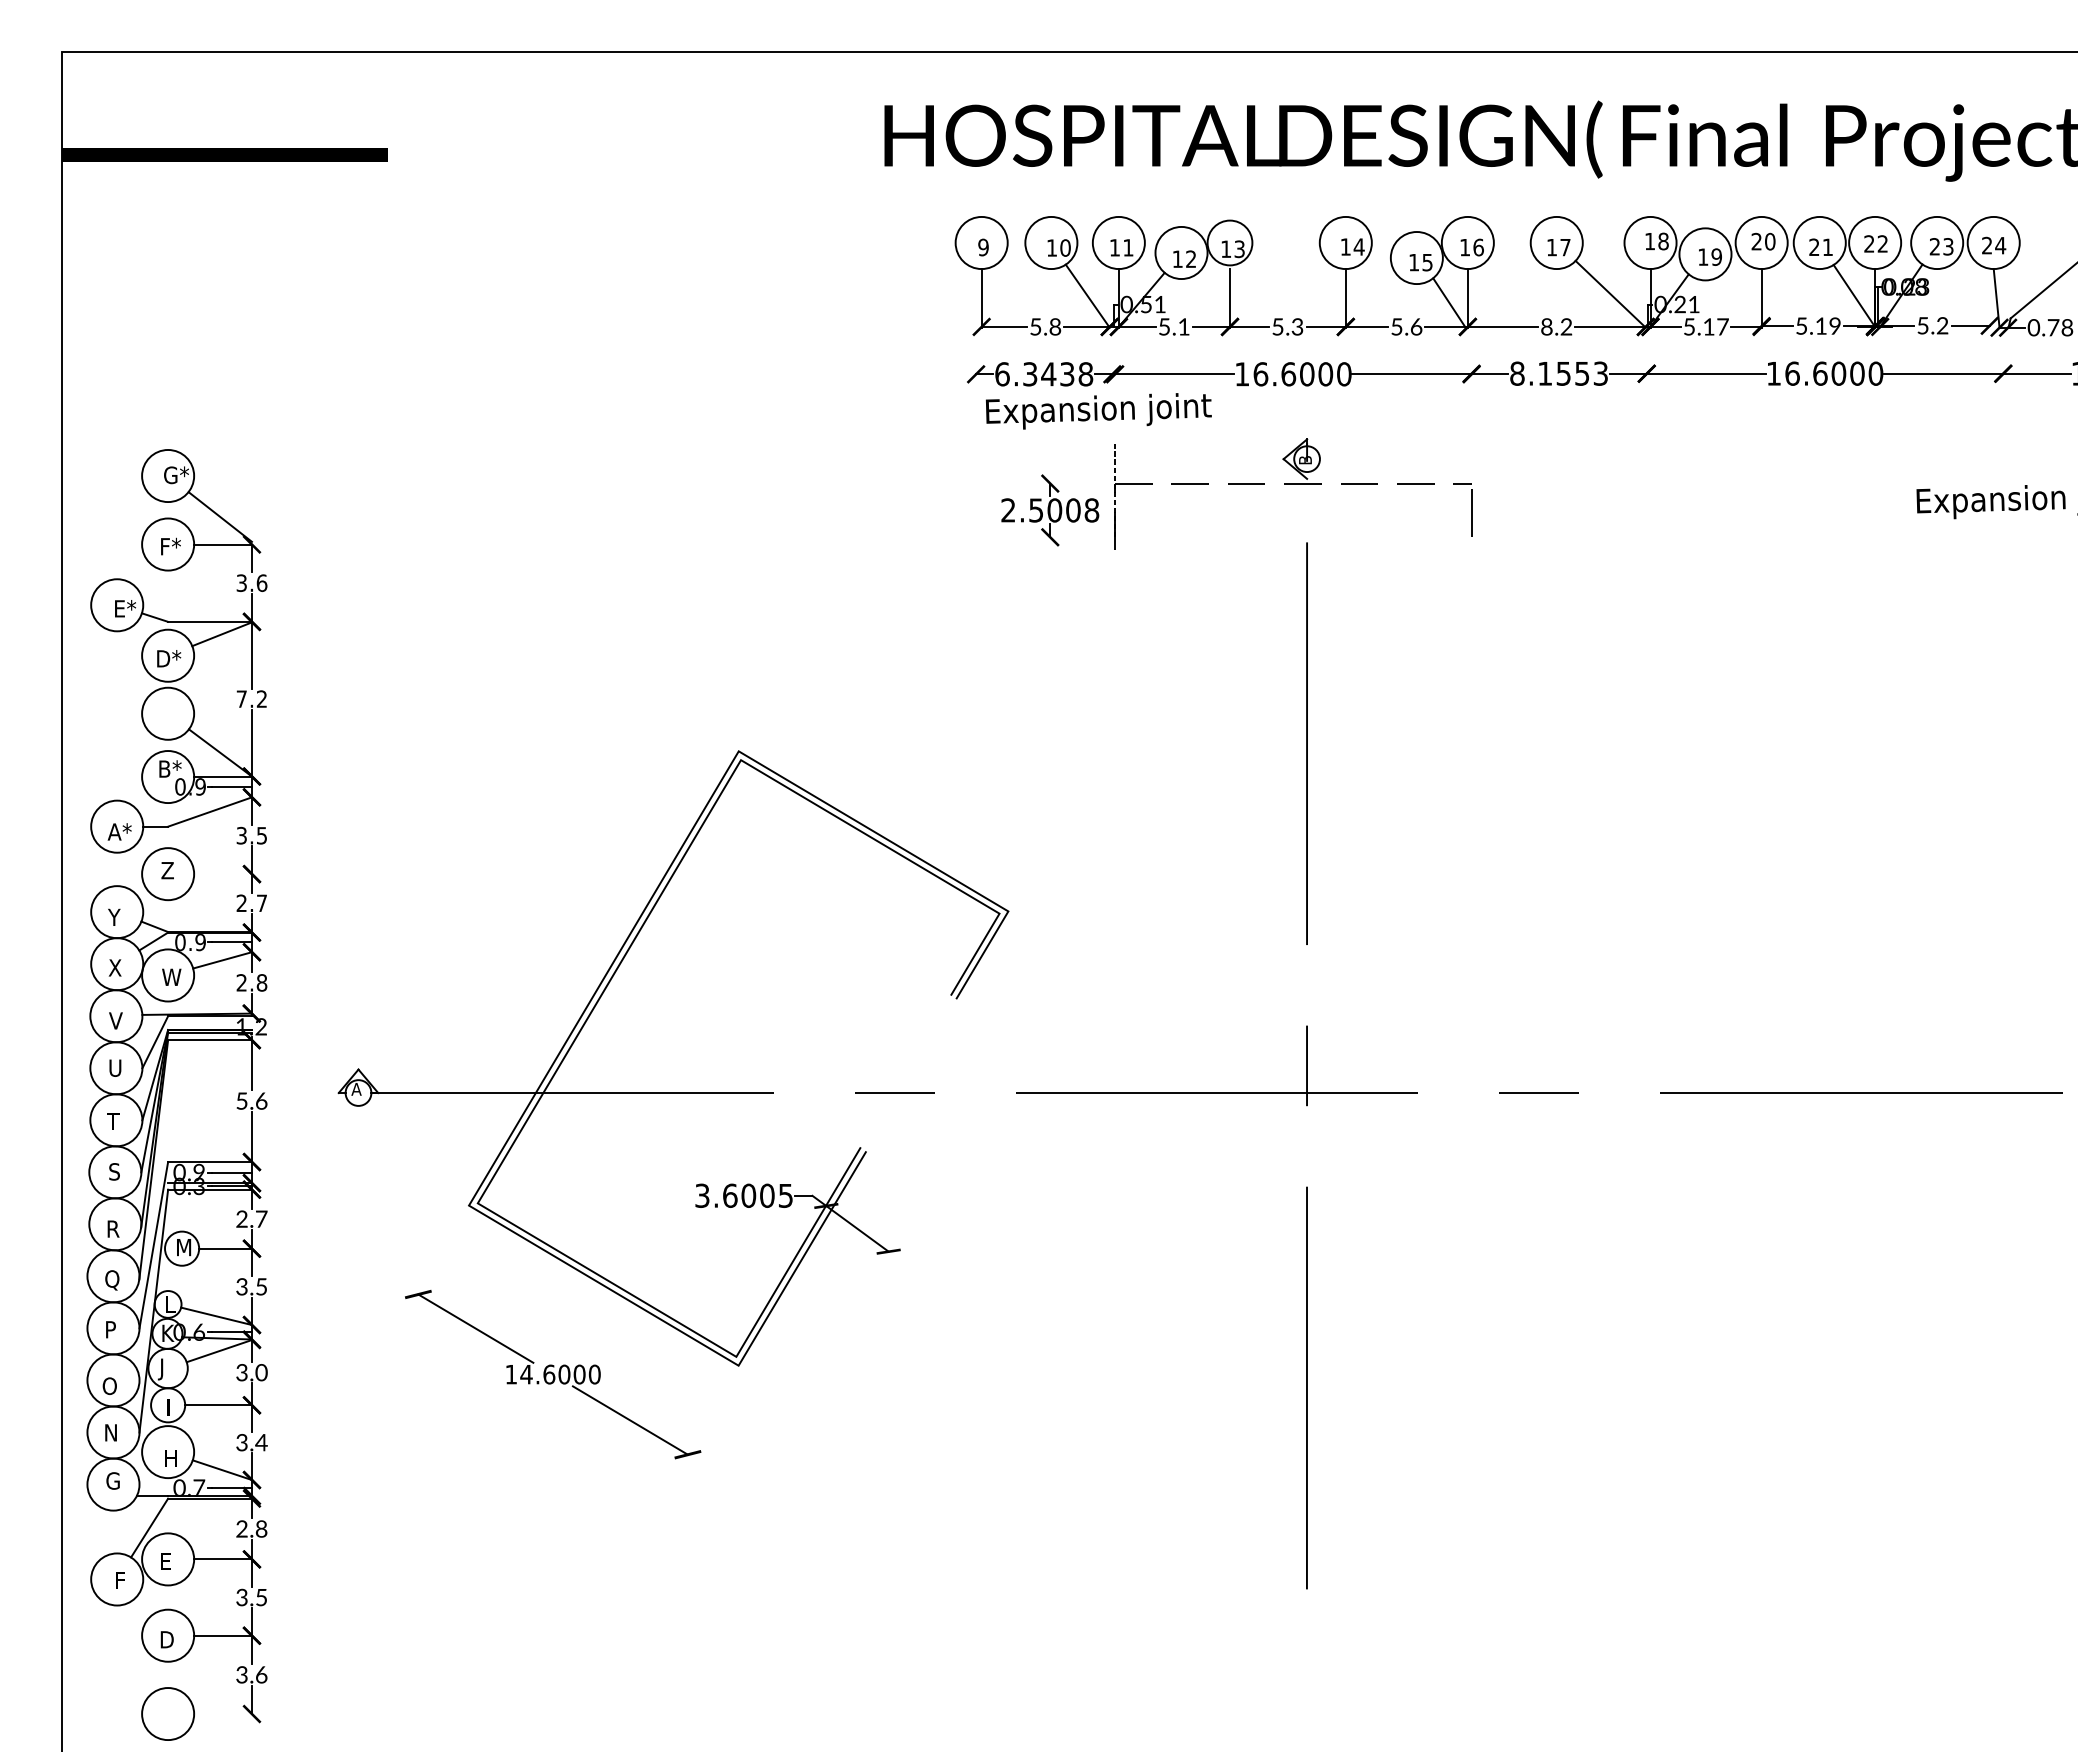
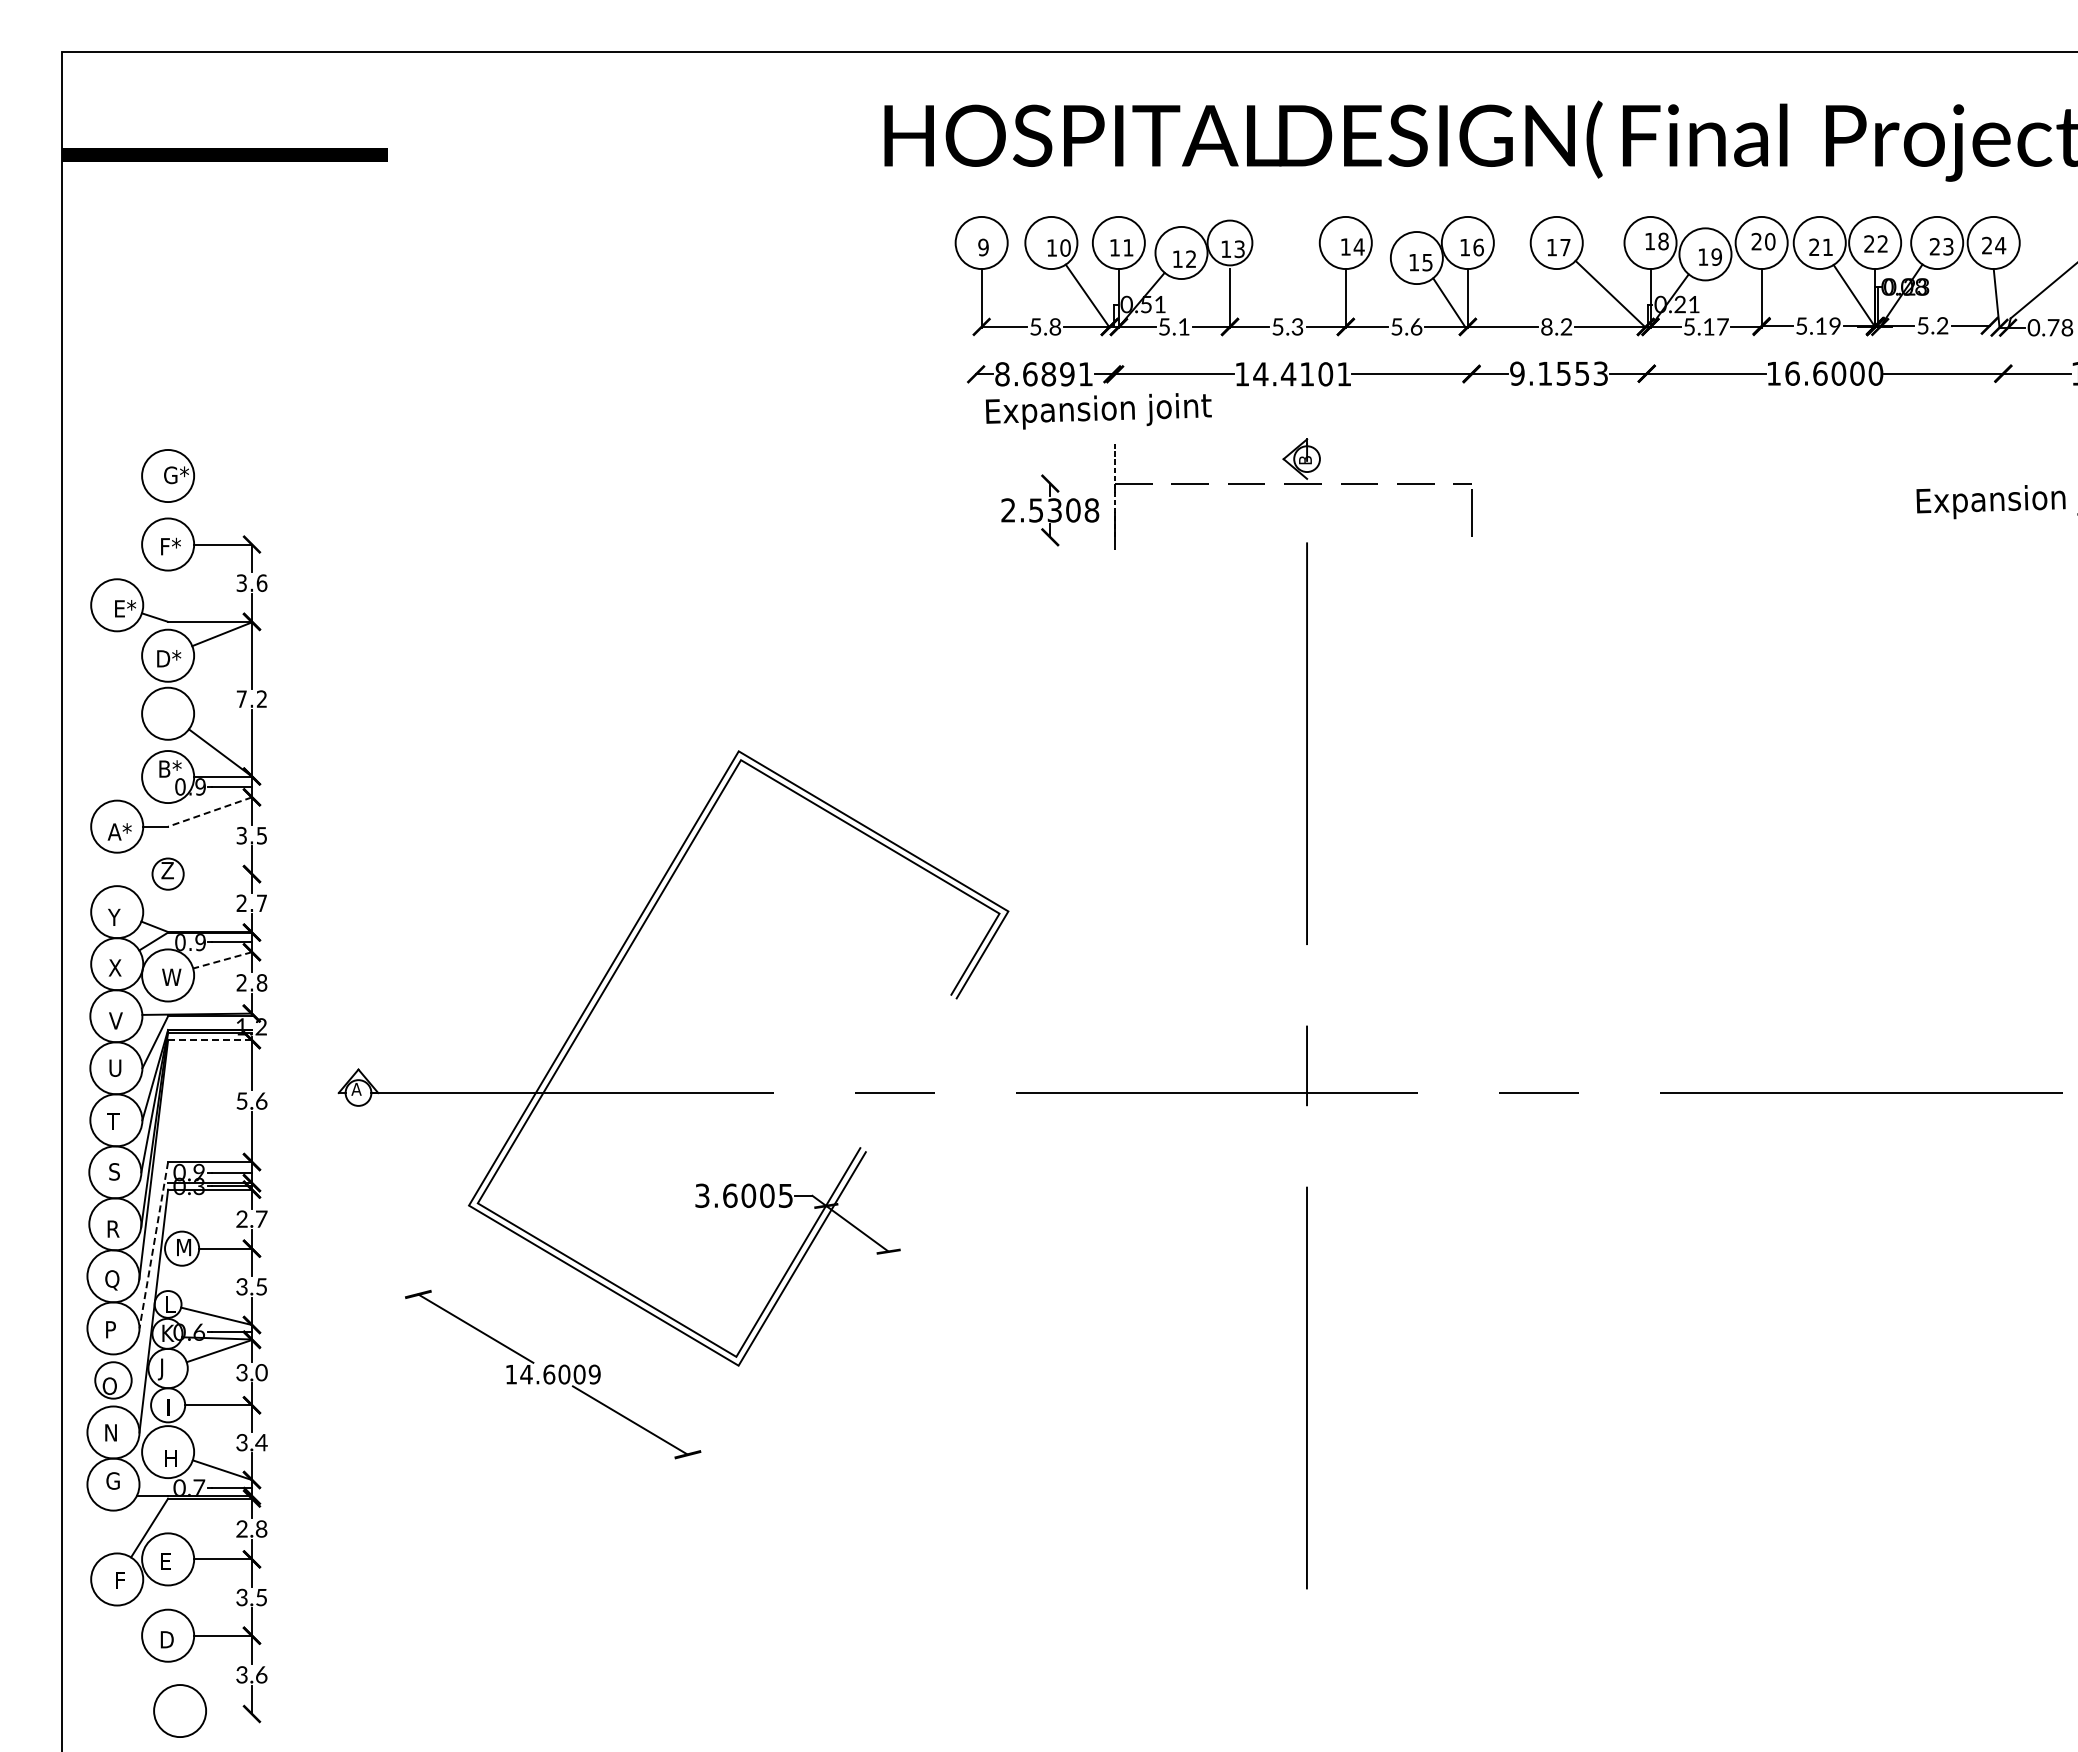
text at (1517, 373): 8.1553 -> 9.1553
text at (1044, 374): 6.3438 -> 8.6891
text at (1302, 374): 16.6000 -> 14.4101
text at (1054, 510): 2.5008 -> 2.5308
line at (219, 516): present -> none
line at (209, 812): solid -> dashed
circle at (168, 874) diameter: 52 px -> 31 px
line at (222, 960): solid -> dashed
line at (210, 1040): solid -> dashed
line at (153, 1245): solid -> dashed
text at (594, 1374): 14.6000 -> 14.6009
circle at (113, 1380) diameter: 52 px -> 36 px
circle at (167, 1713) position: (167, 1713) -> (179, 1710)
